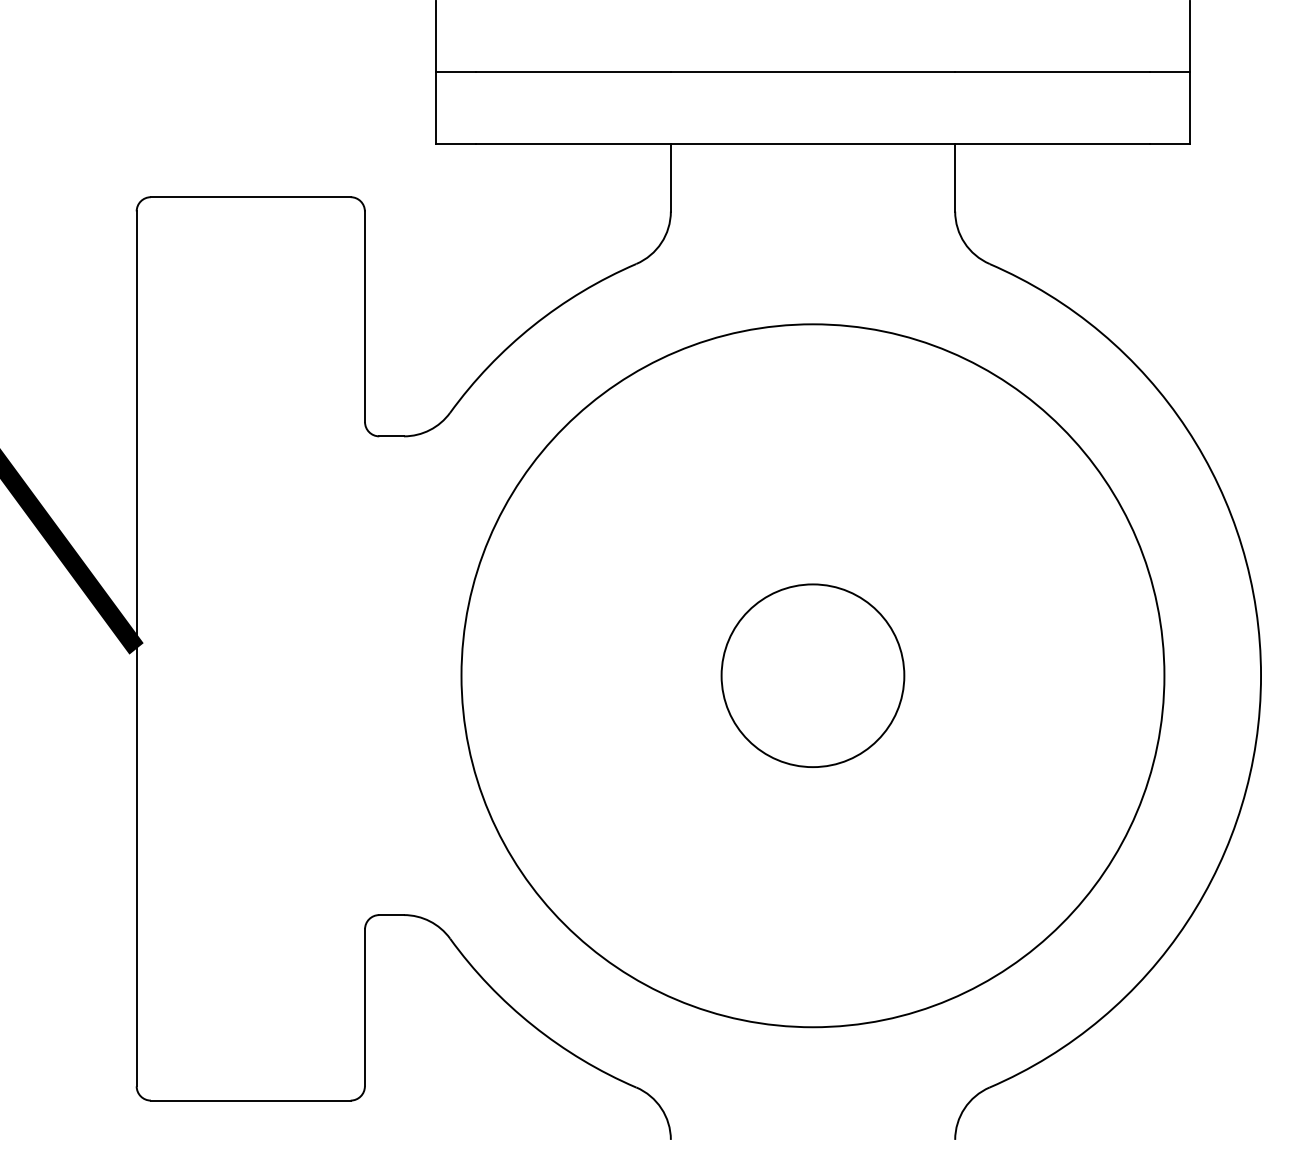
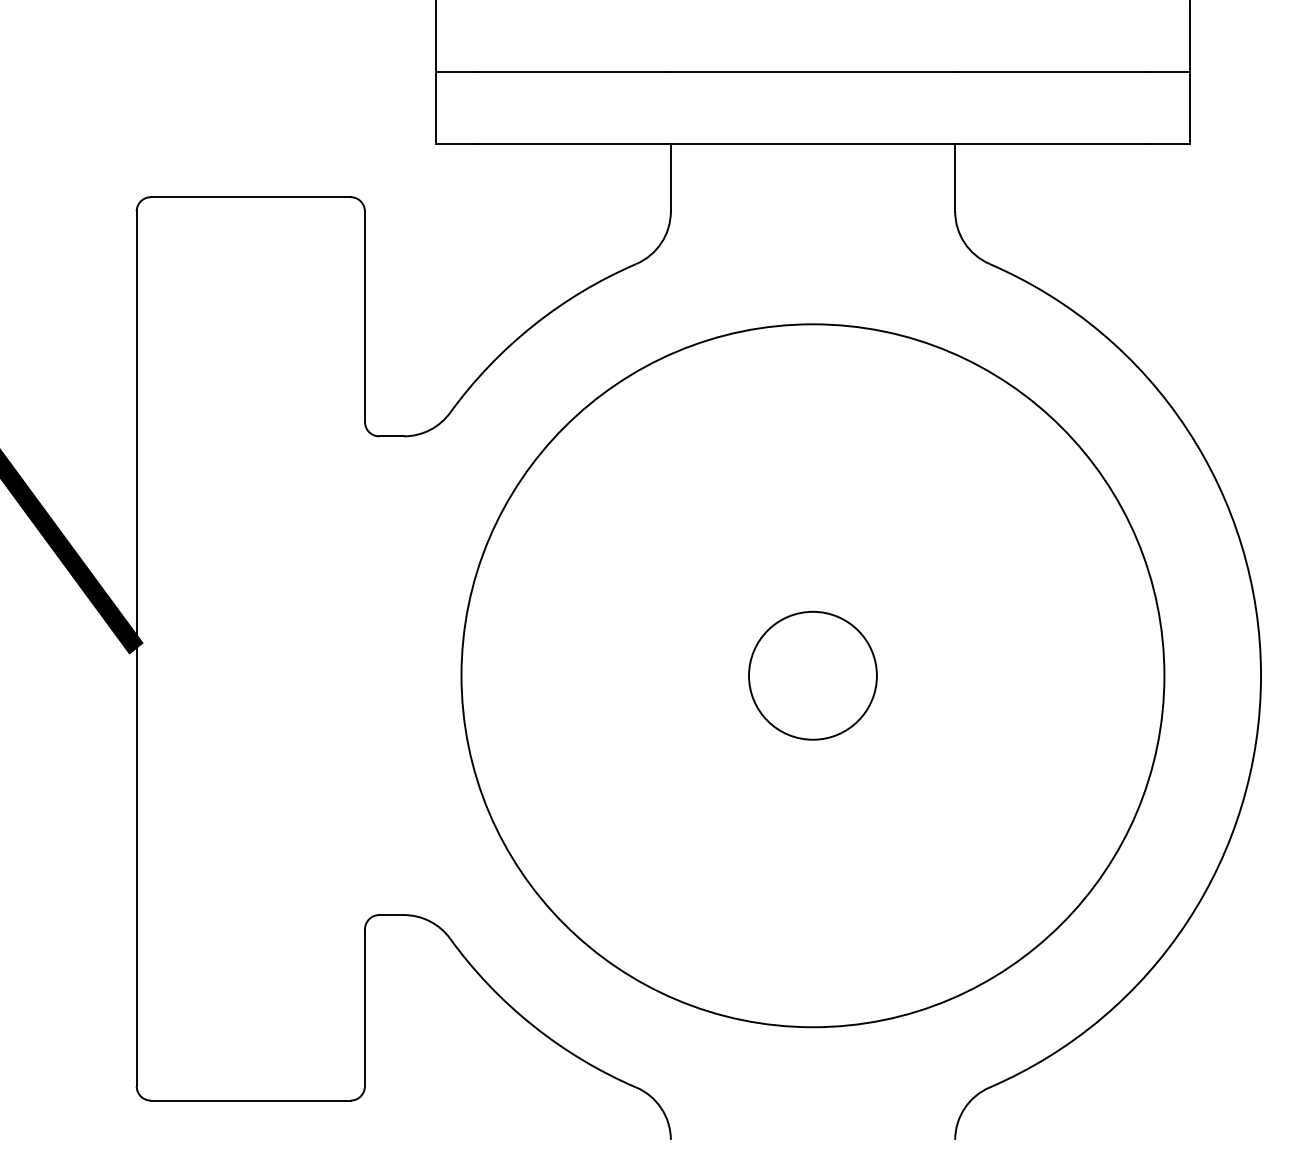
circle at (812, 675) diameter: 183 px -> 128 px
